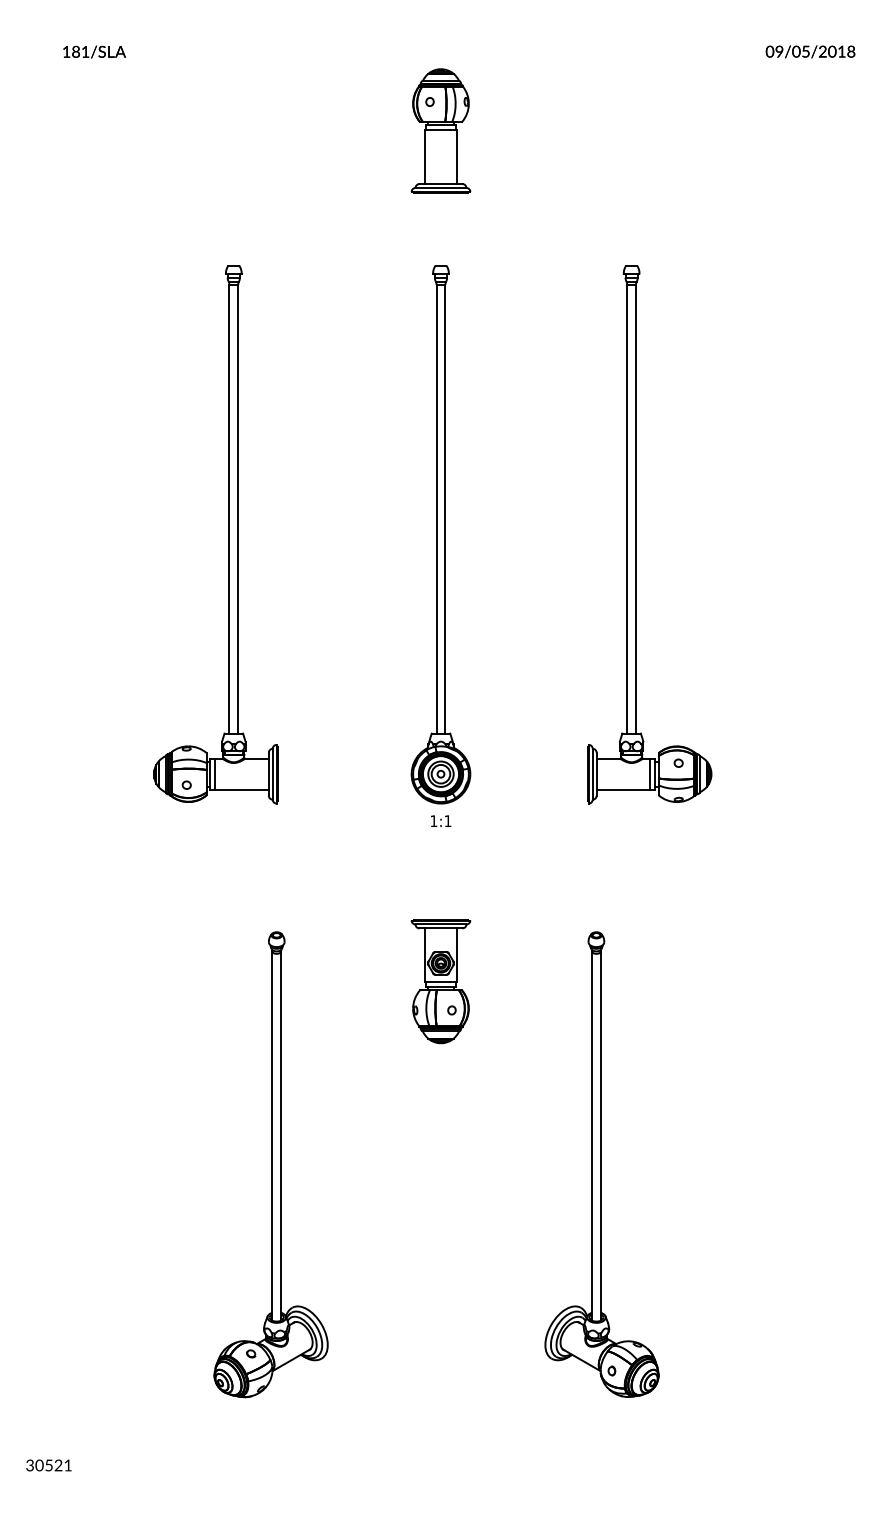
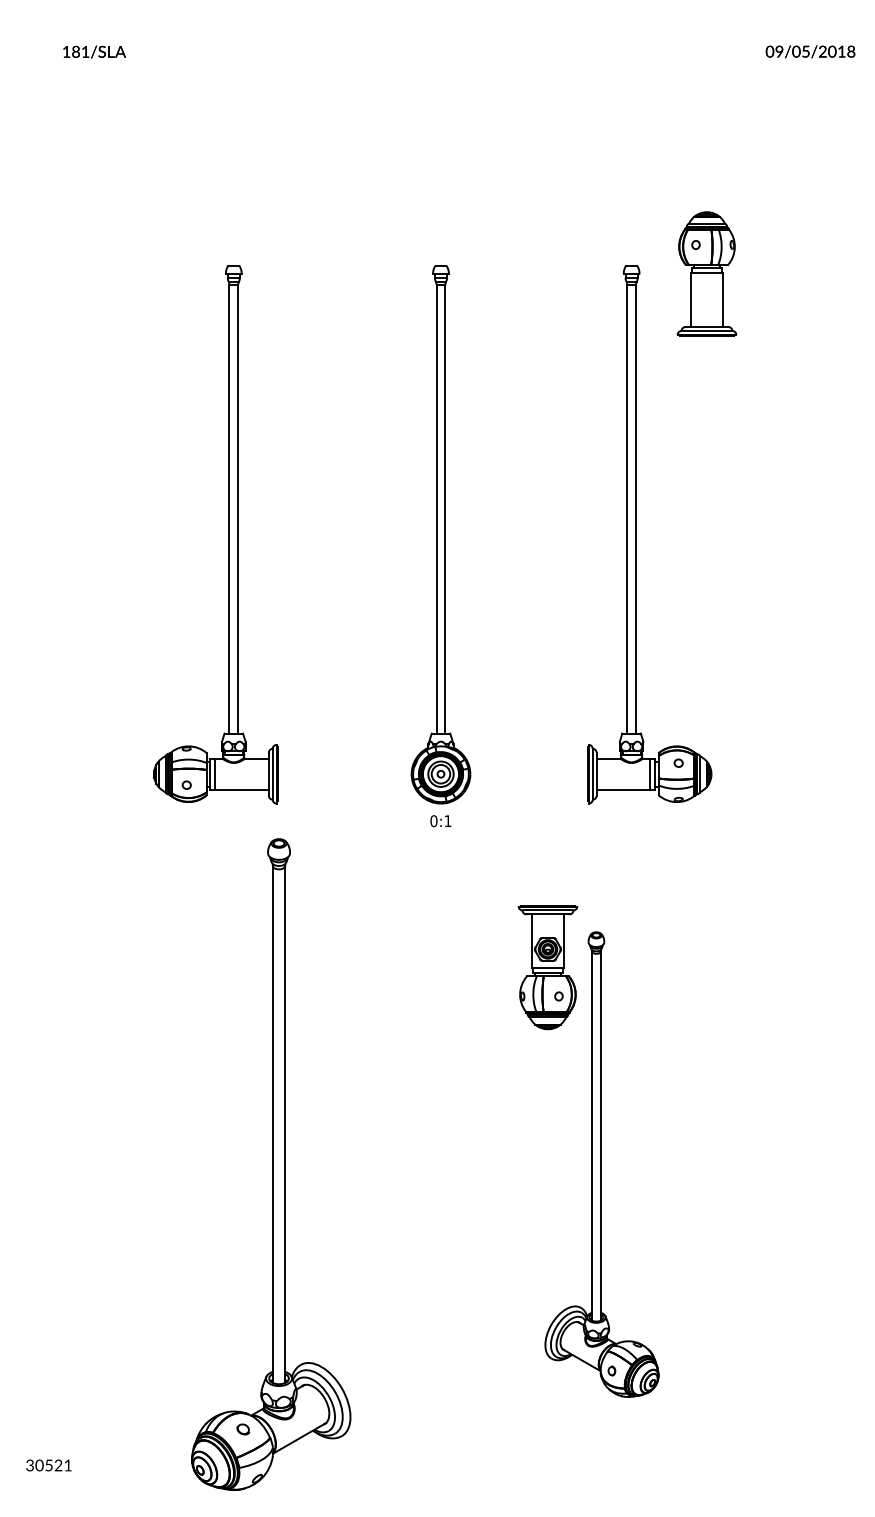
part at (440, 130) position: (440, 130) -> (706, 273)
text at (433, 821): 1:1 -> 0:1
part at (440, 981) position: (440, 981) -> (547, 967)
part at (270, 1164) size: 116x468 px -> 161x653 px
